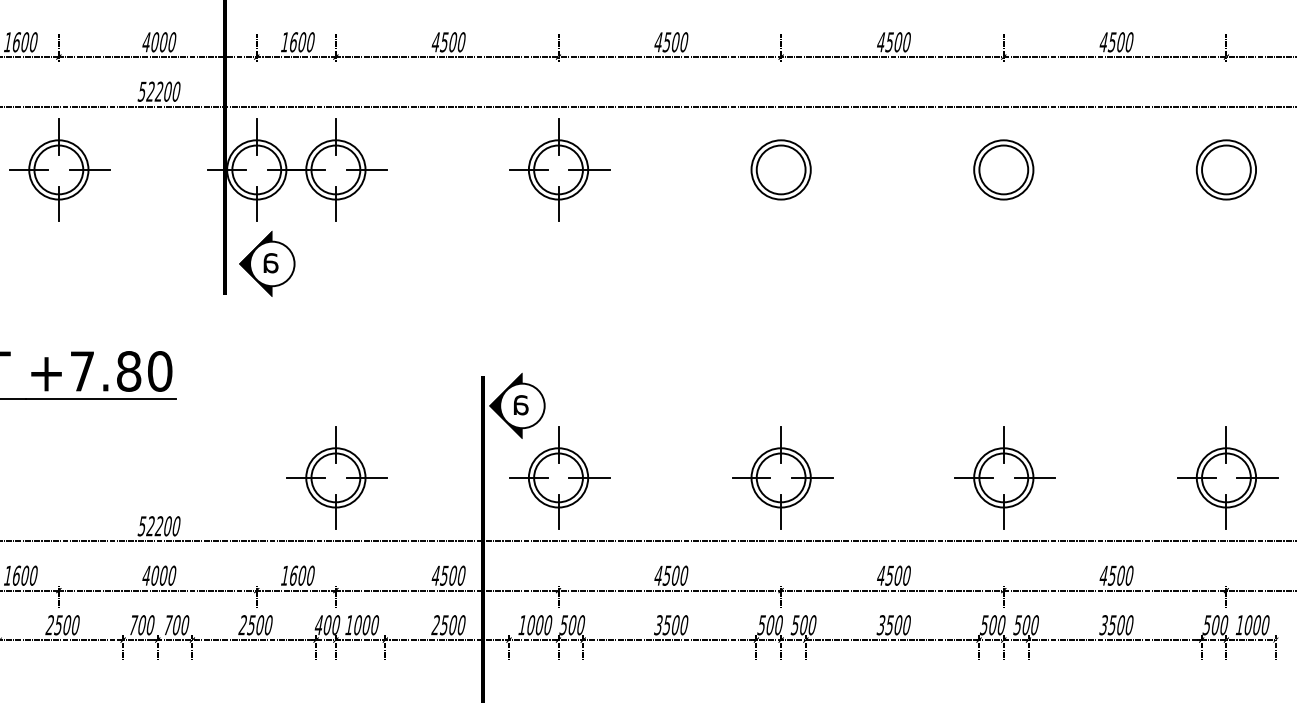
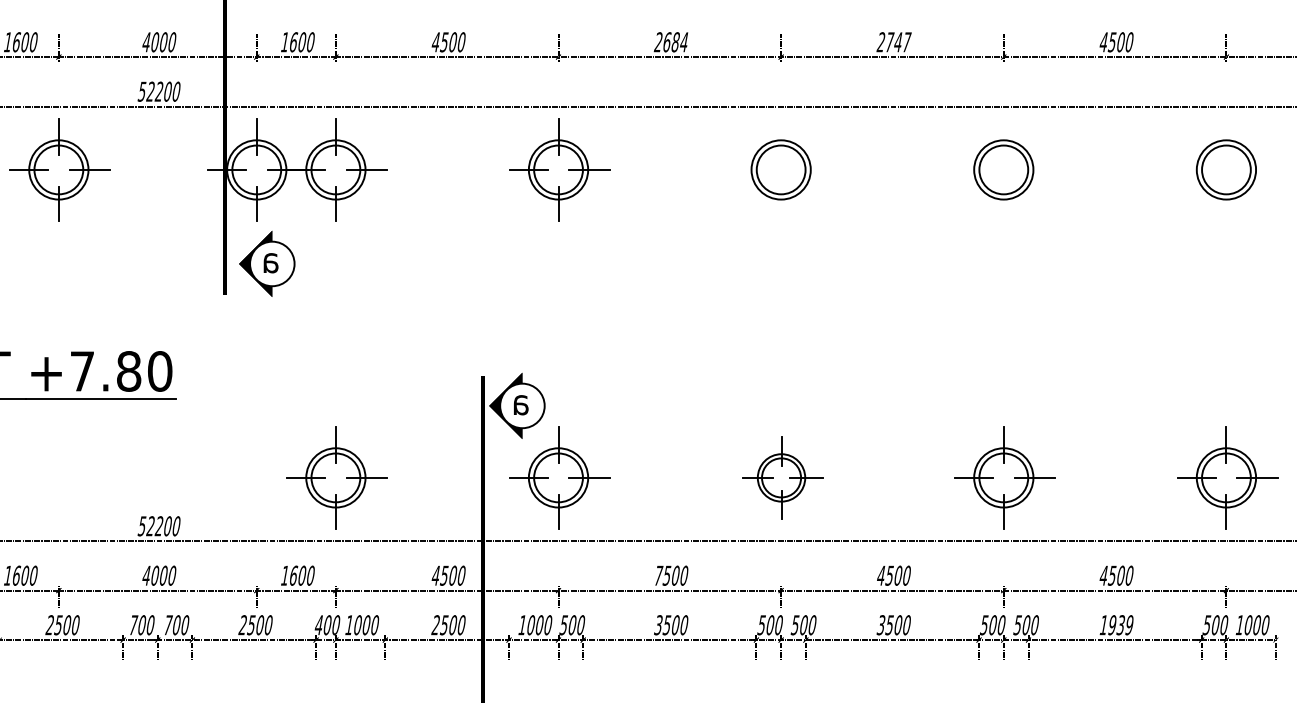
text at (670, 42): 4500 -> 2684
text at (893, 42): 4500 -> 2747
part at (782, 477) size: 102x104 px -> 82x84 px
text at (658, 575): 4500 -> 7500
text at (1115, 625): 3500 -> 1939
